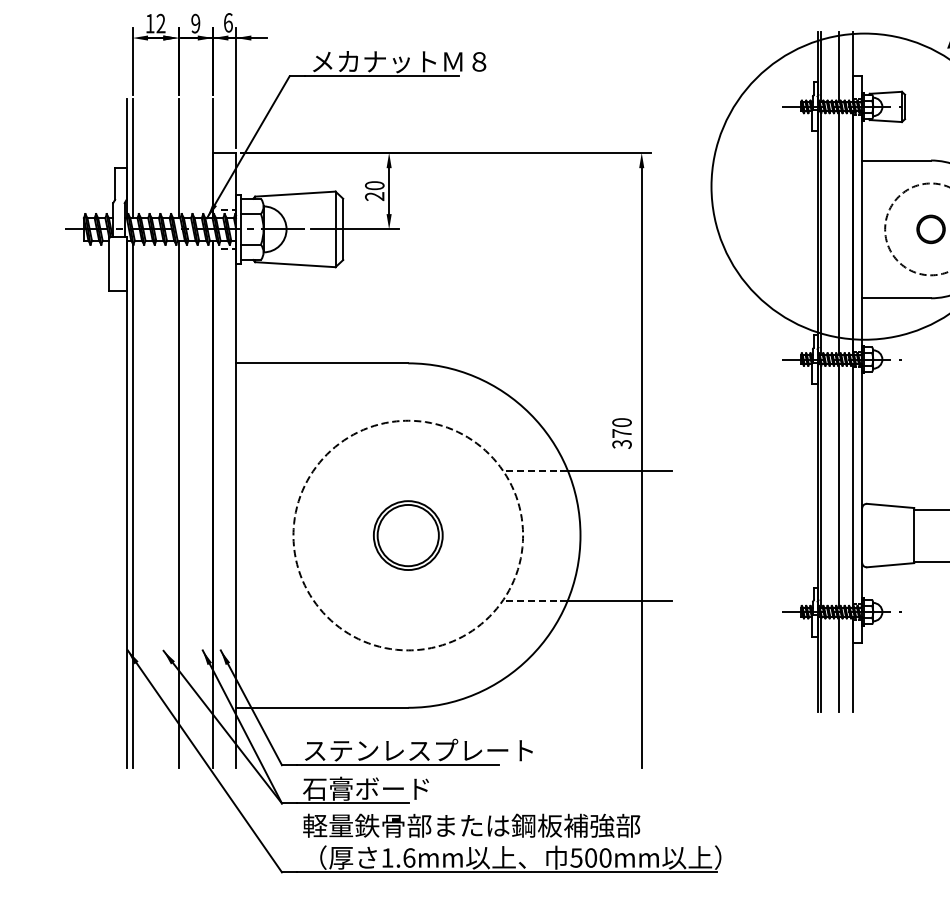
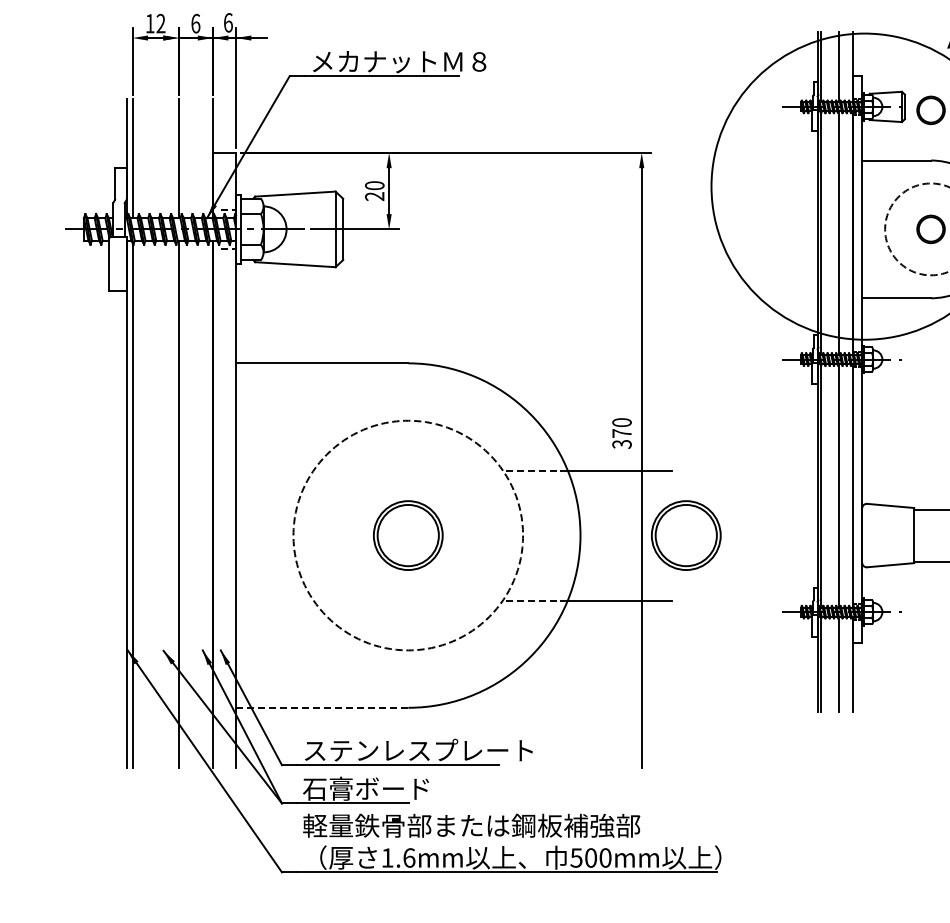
text at (195, 23): 9 -> 6
part at (930, 110): none -> present
part at (686, 535): none -> present
line at (321, 707): solid -> dashed
